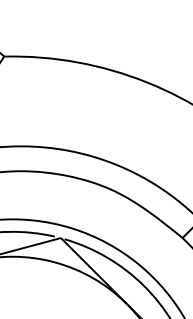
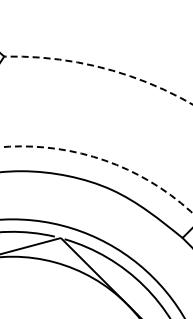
arc at (101, 67): solid -> dashed
arc at (102, 159): solid -> dashed
